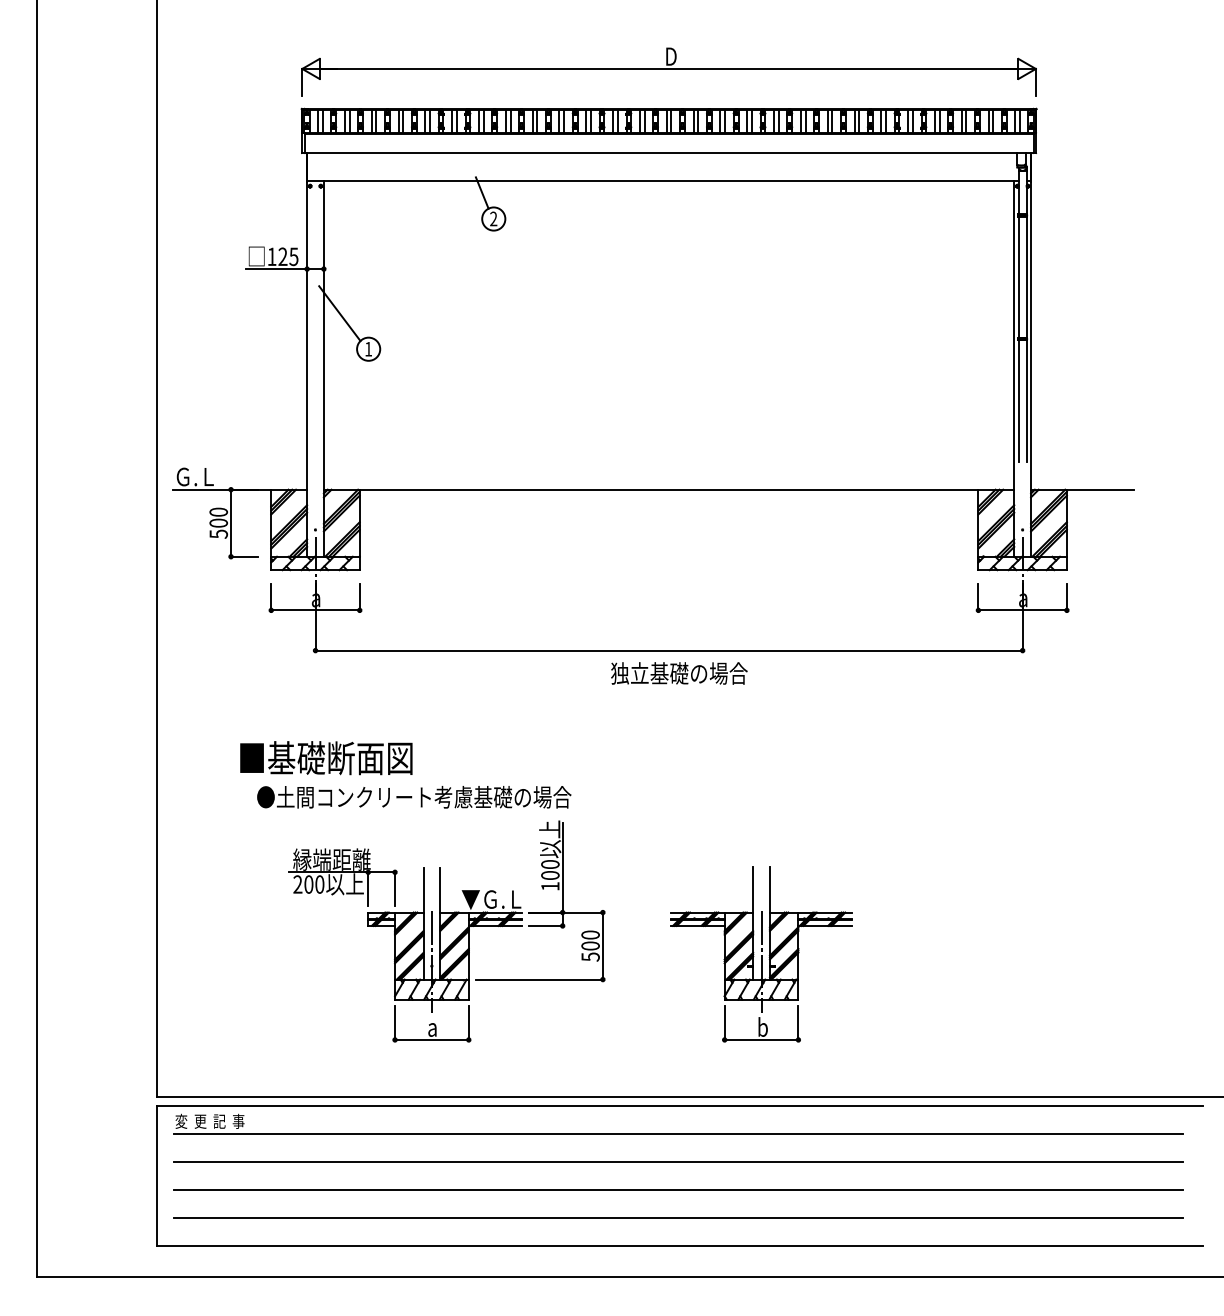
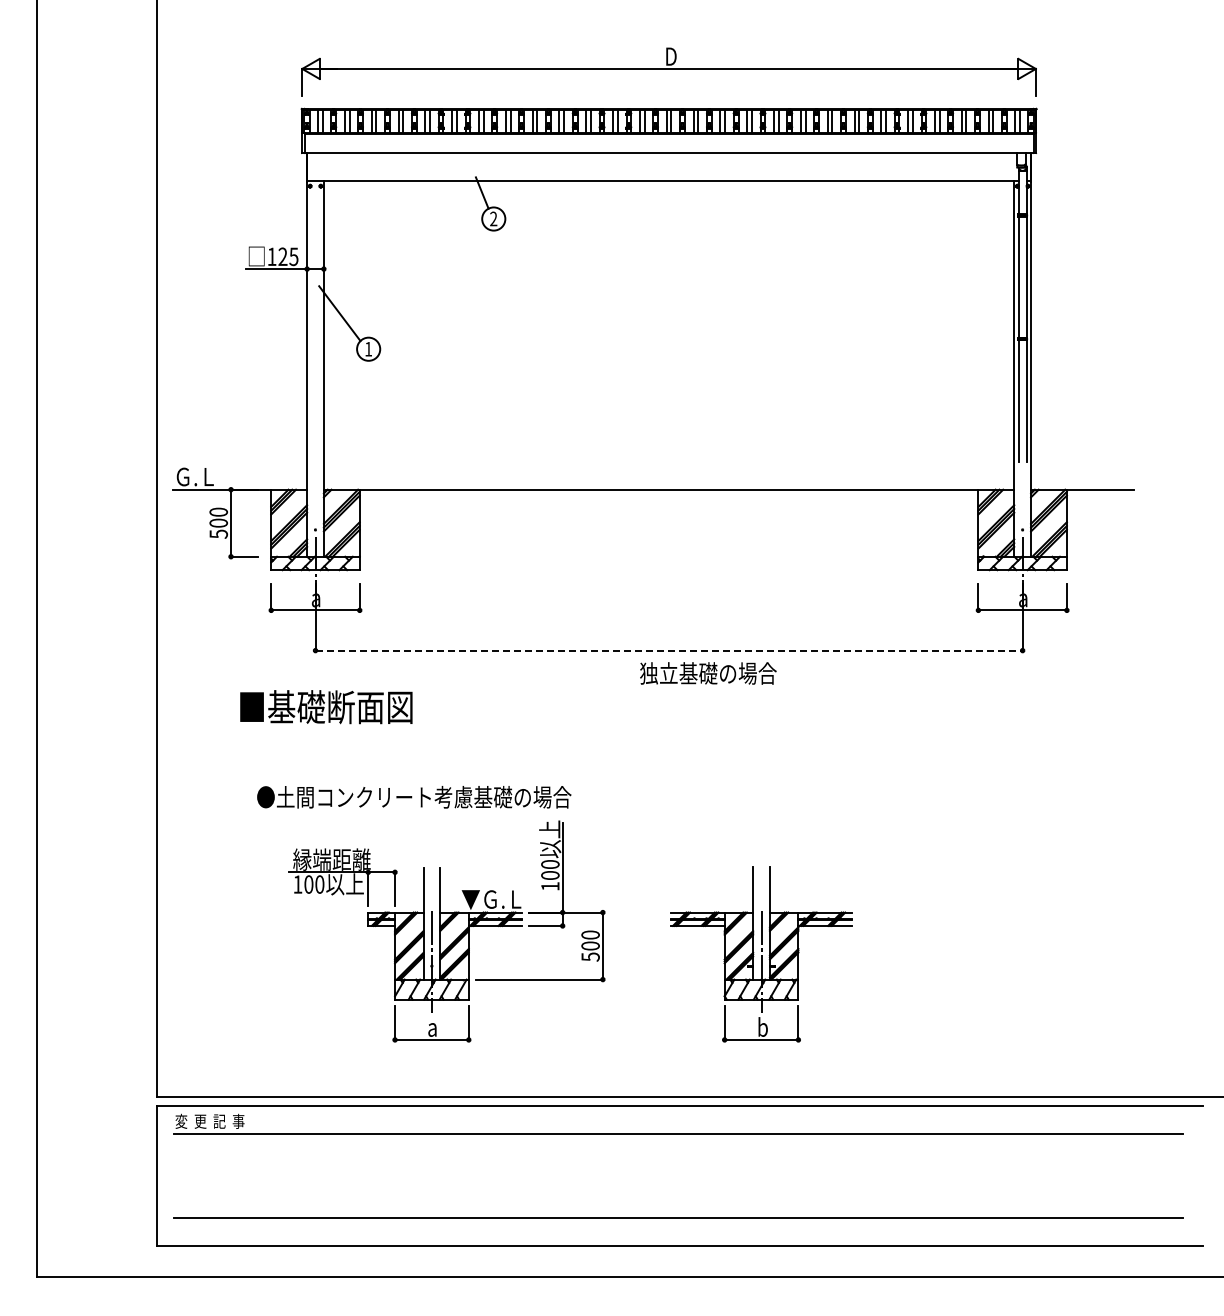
line at (669, 650): solid -> dashed
text at (679, 673) position: (679, 673) -> (708, 673)
text at (326, 758) position: (326, 758) -> (326, 707)
text at (297, 884): 200 -> 100
line at (678, 1161): present -> none
line at (678, 1190): present -> none
